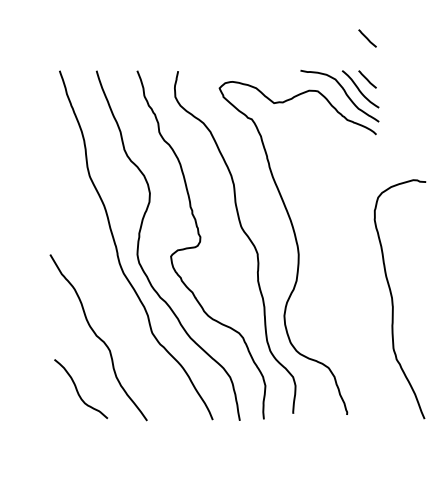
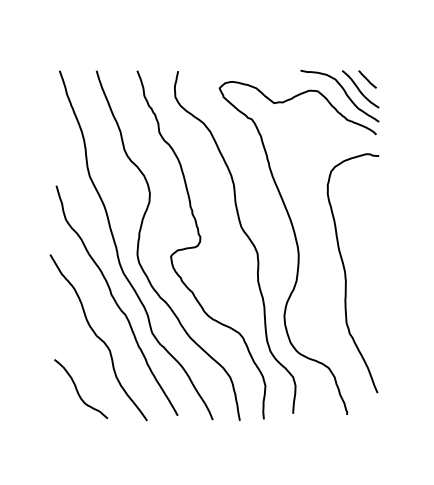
line at (367, 38): present -> none
curve at (393, 299) position: (393, 299) -> (346, 273)
curve at (115, 300): none -> present
